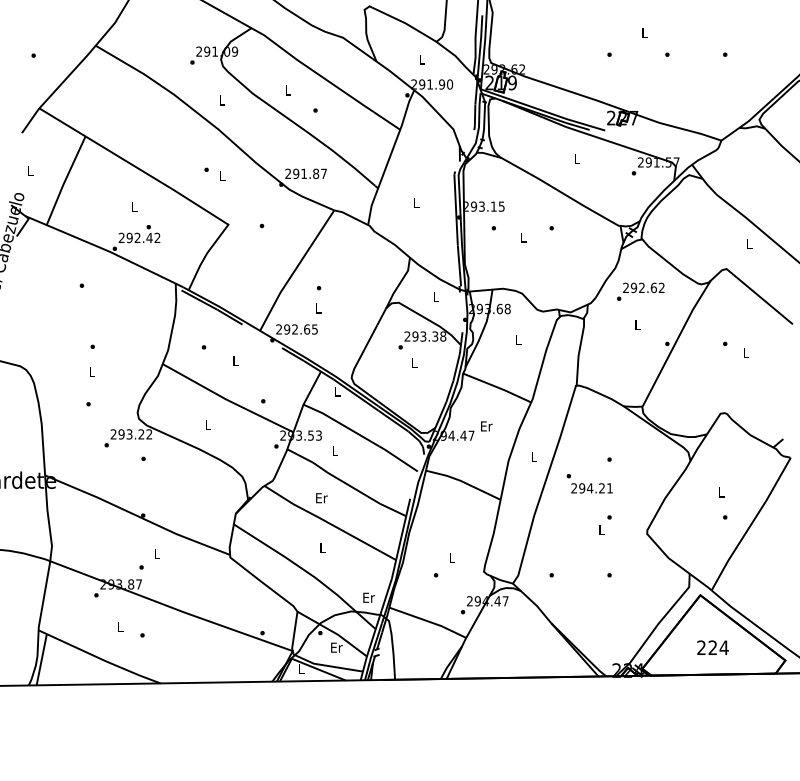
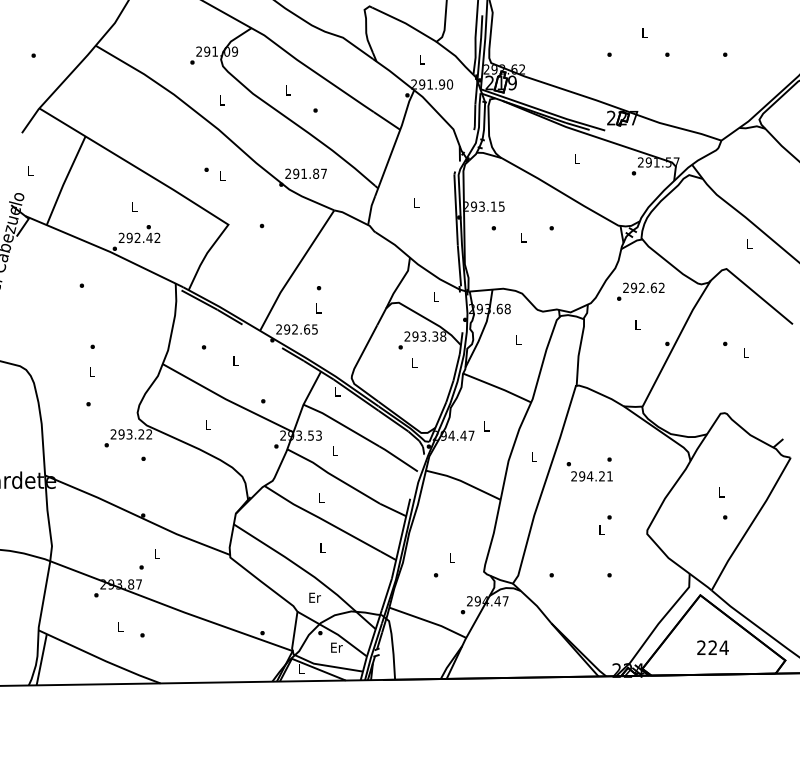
text at (486, 426): Er -> L
text at (589, 483) position: (589, 483) -> (589, 471)
text at (321, 498): Er -> L
text at (368, 597) position: (368, 597) -> (314, 597)
